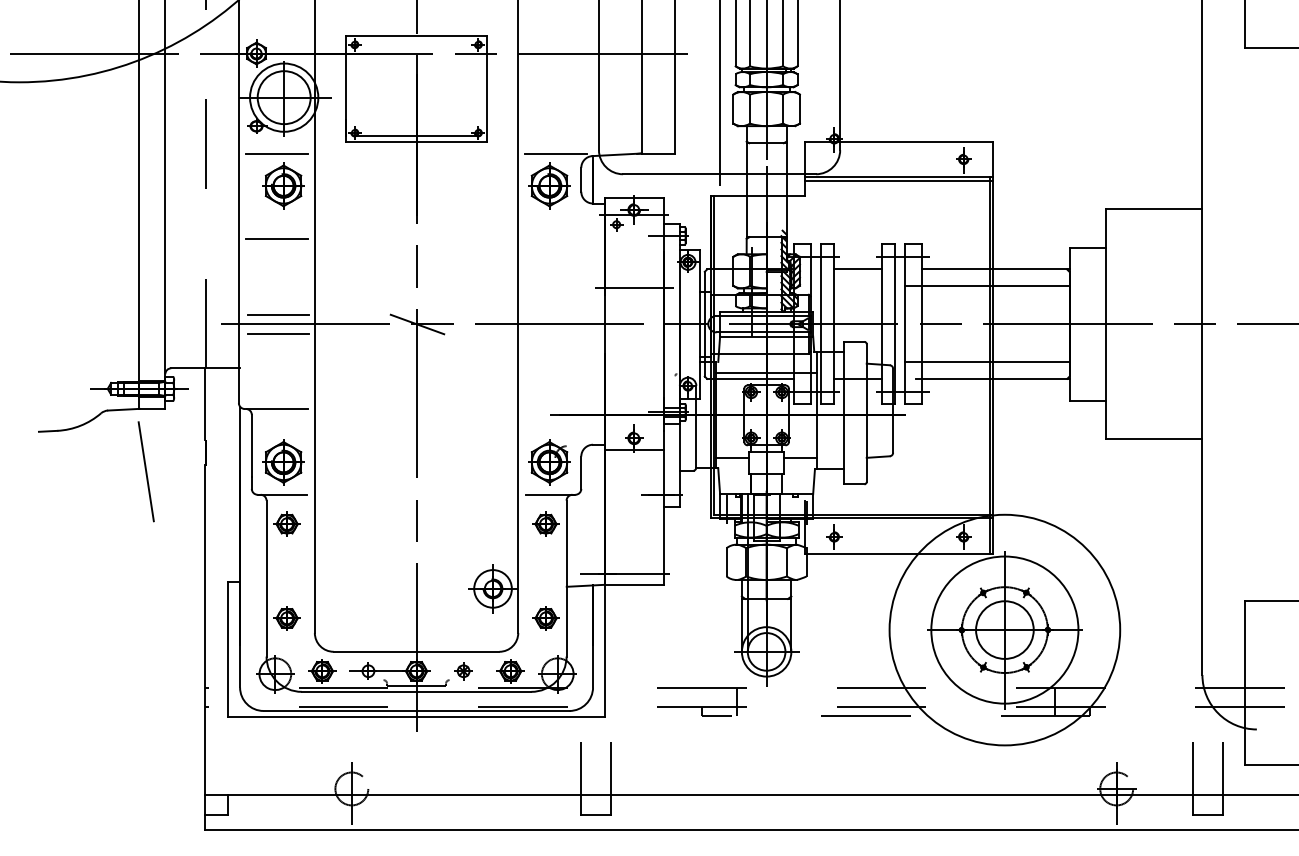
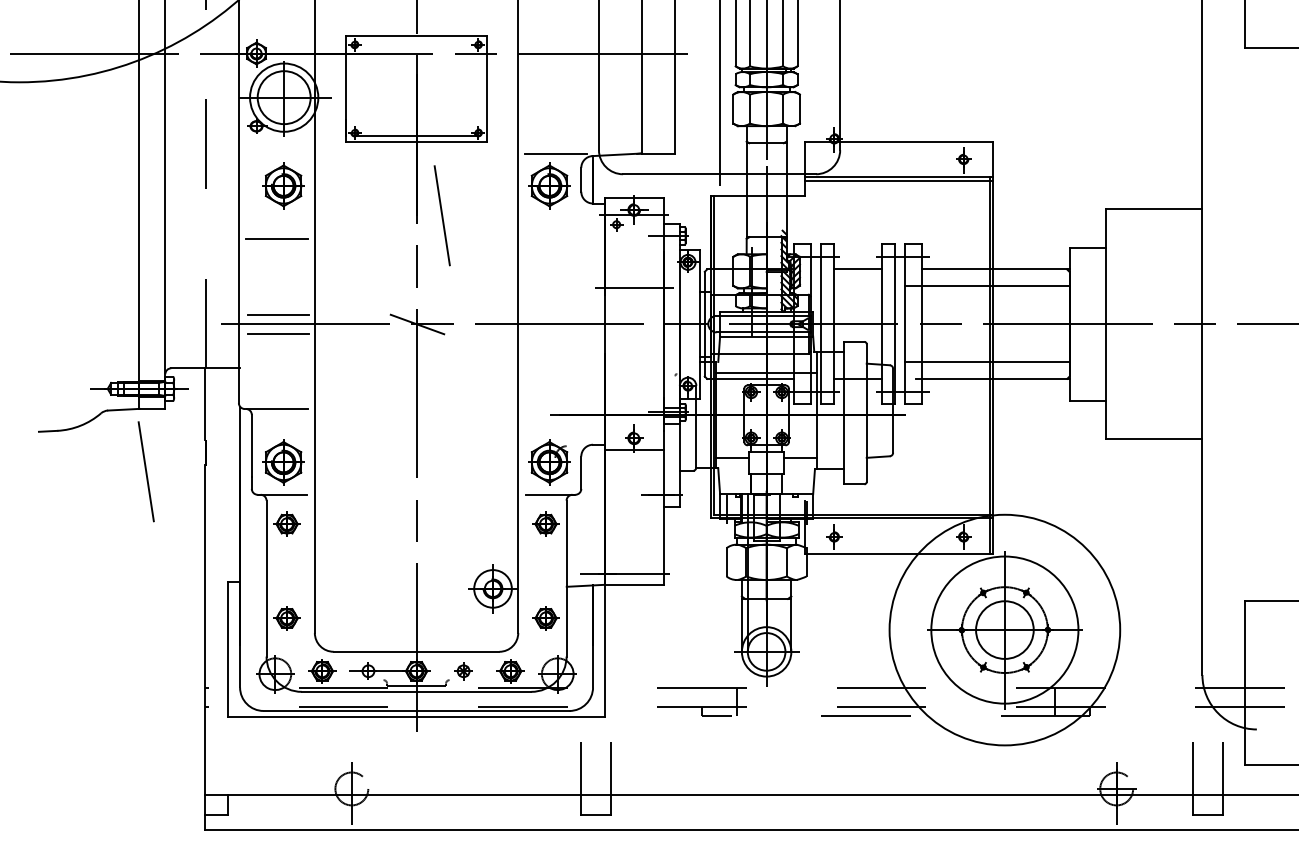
line at (277, 153): present -> none
line at (441, 215): none -> present
